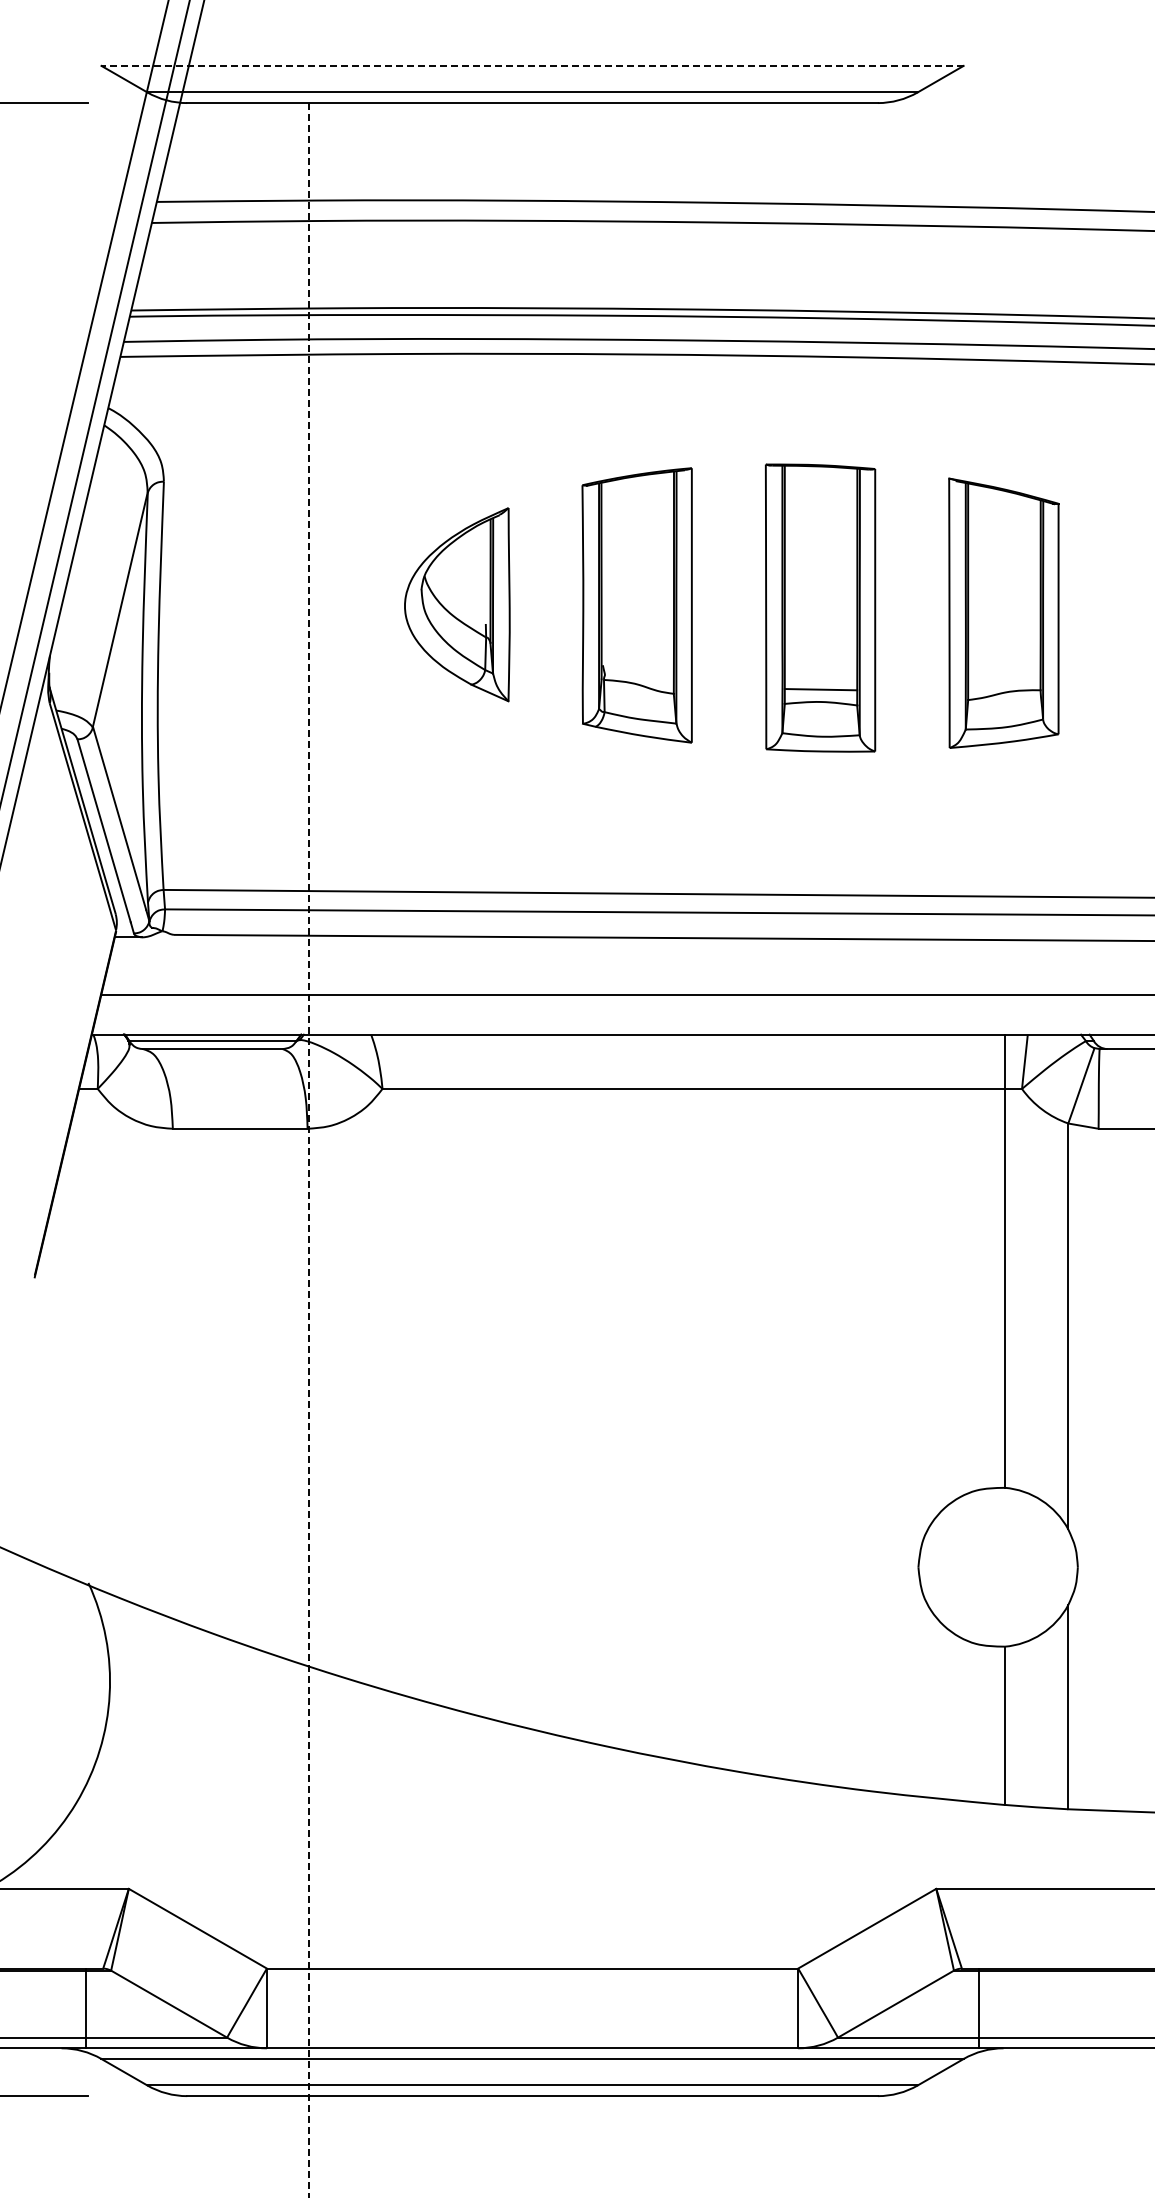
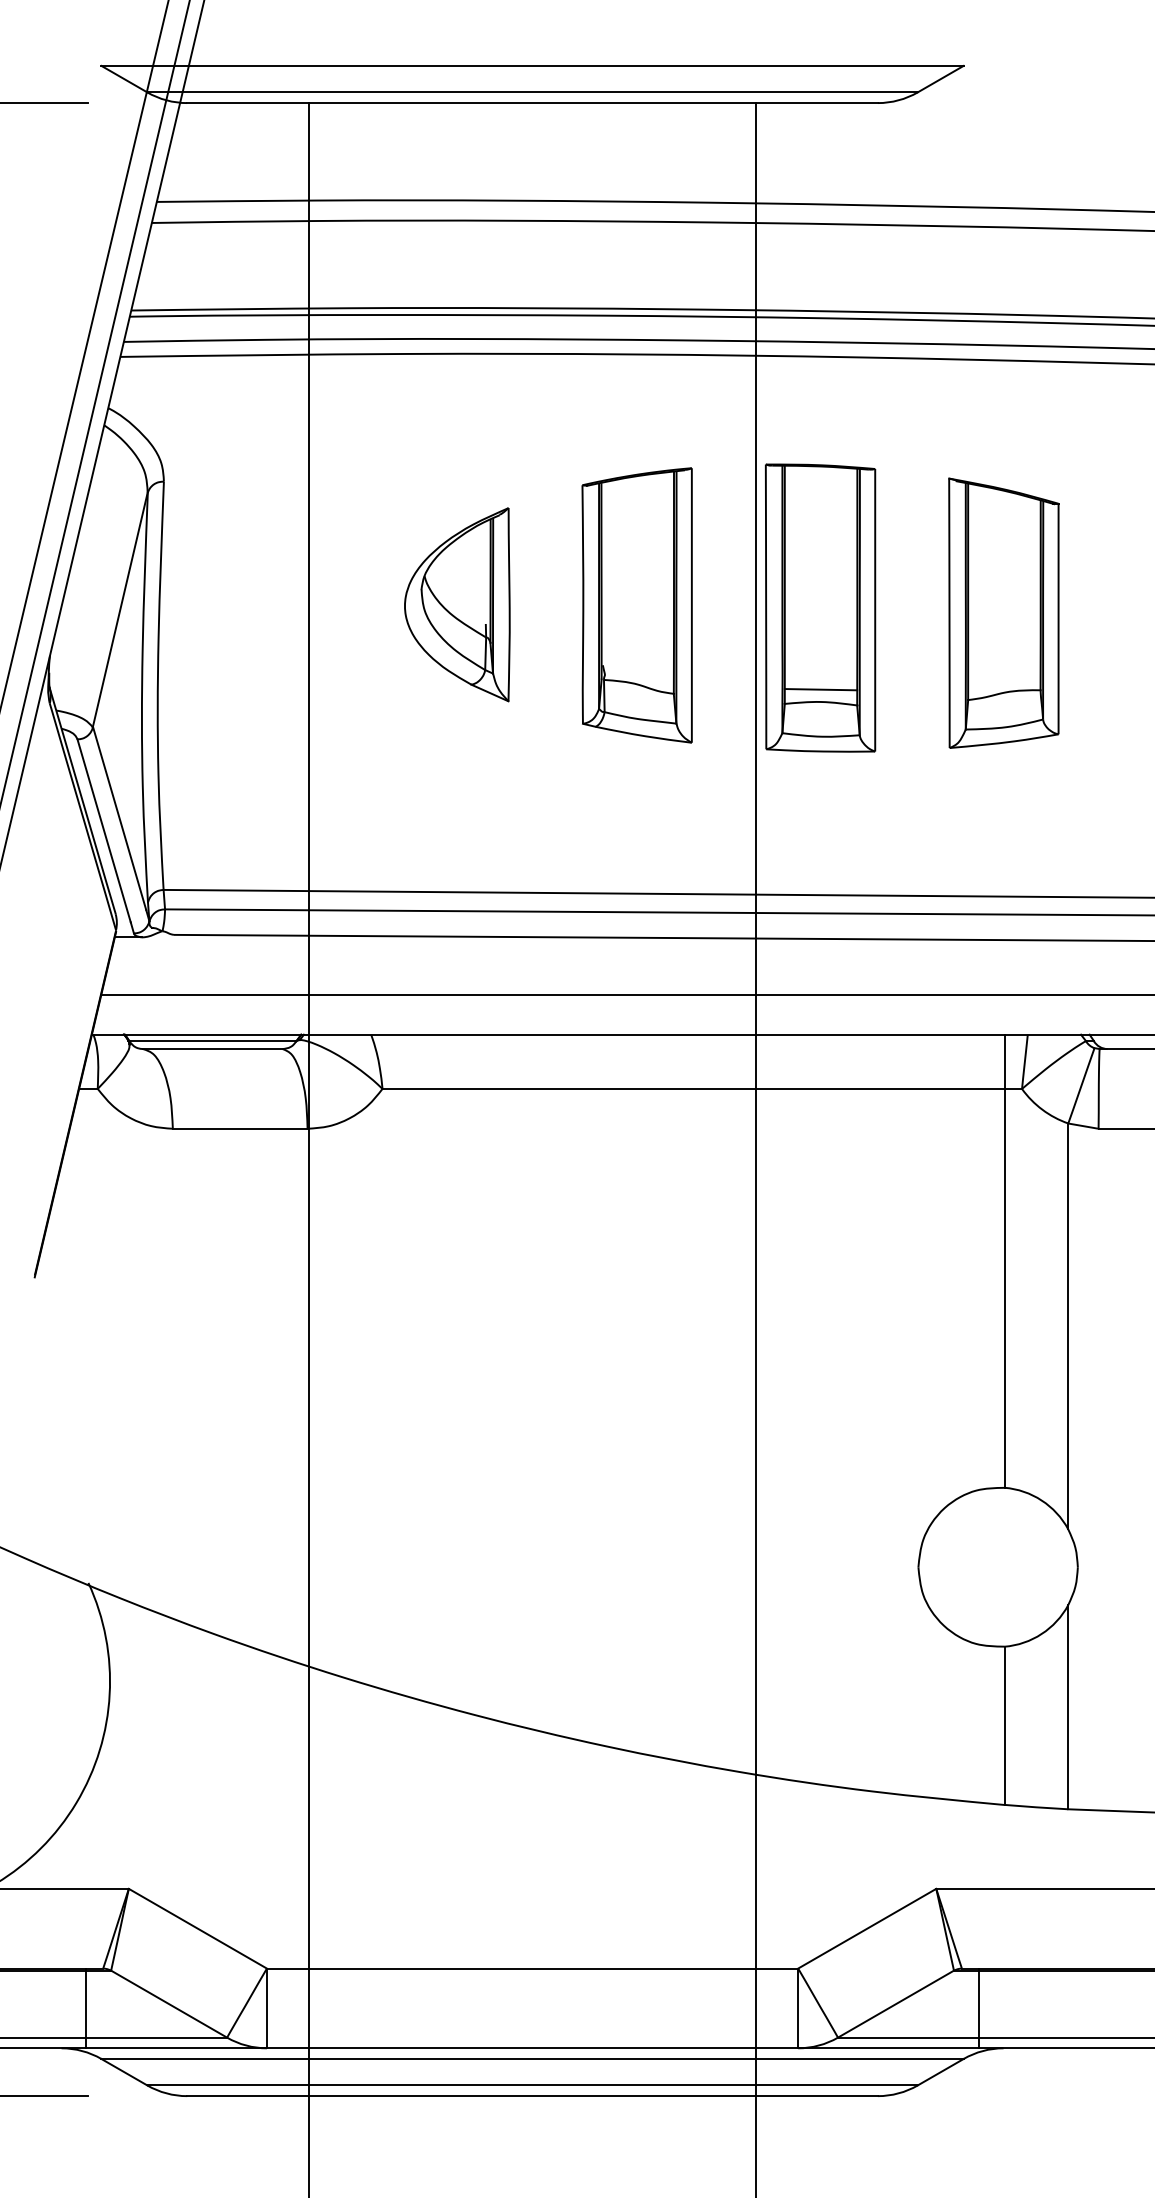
line at (532, 65): dashed -> solid
line at (755, 1148): none -> present
line at (309, 1150): dashed -> solid
